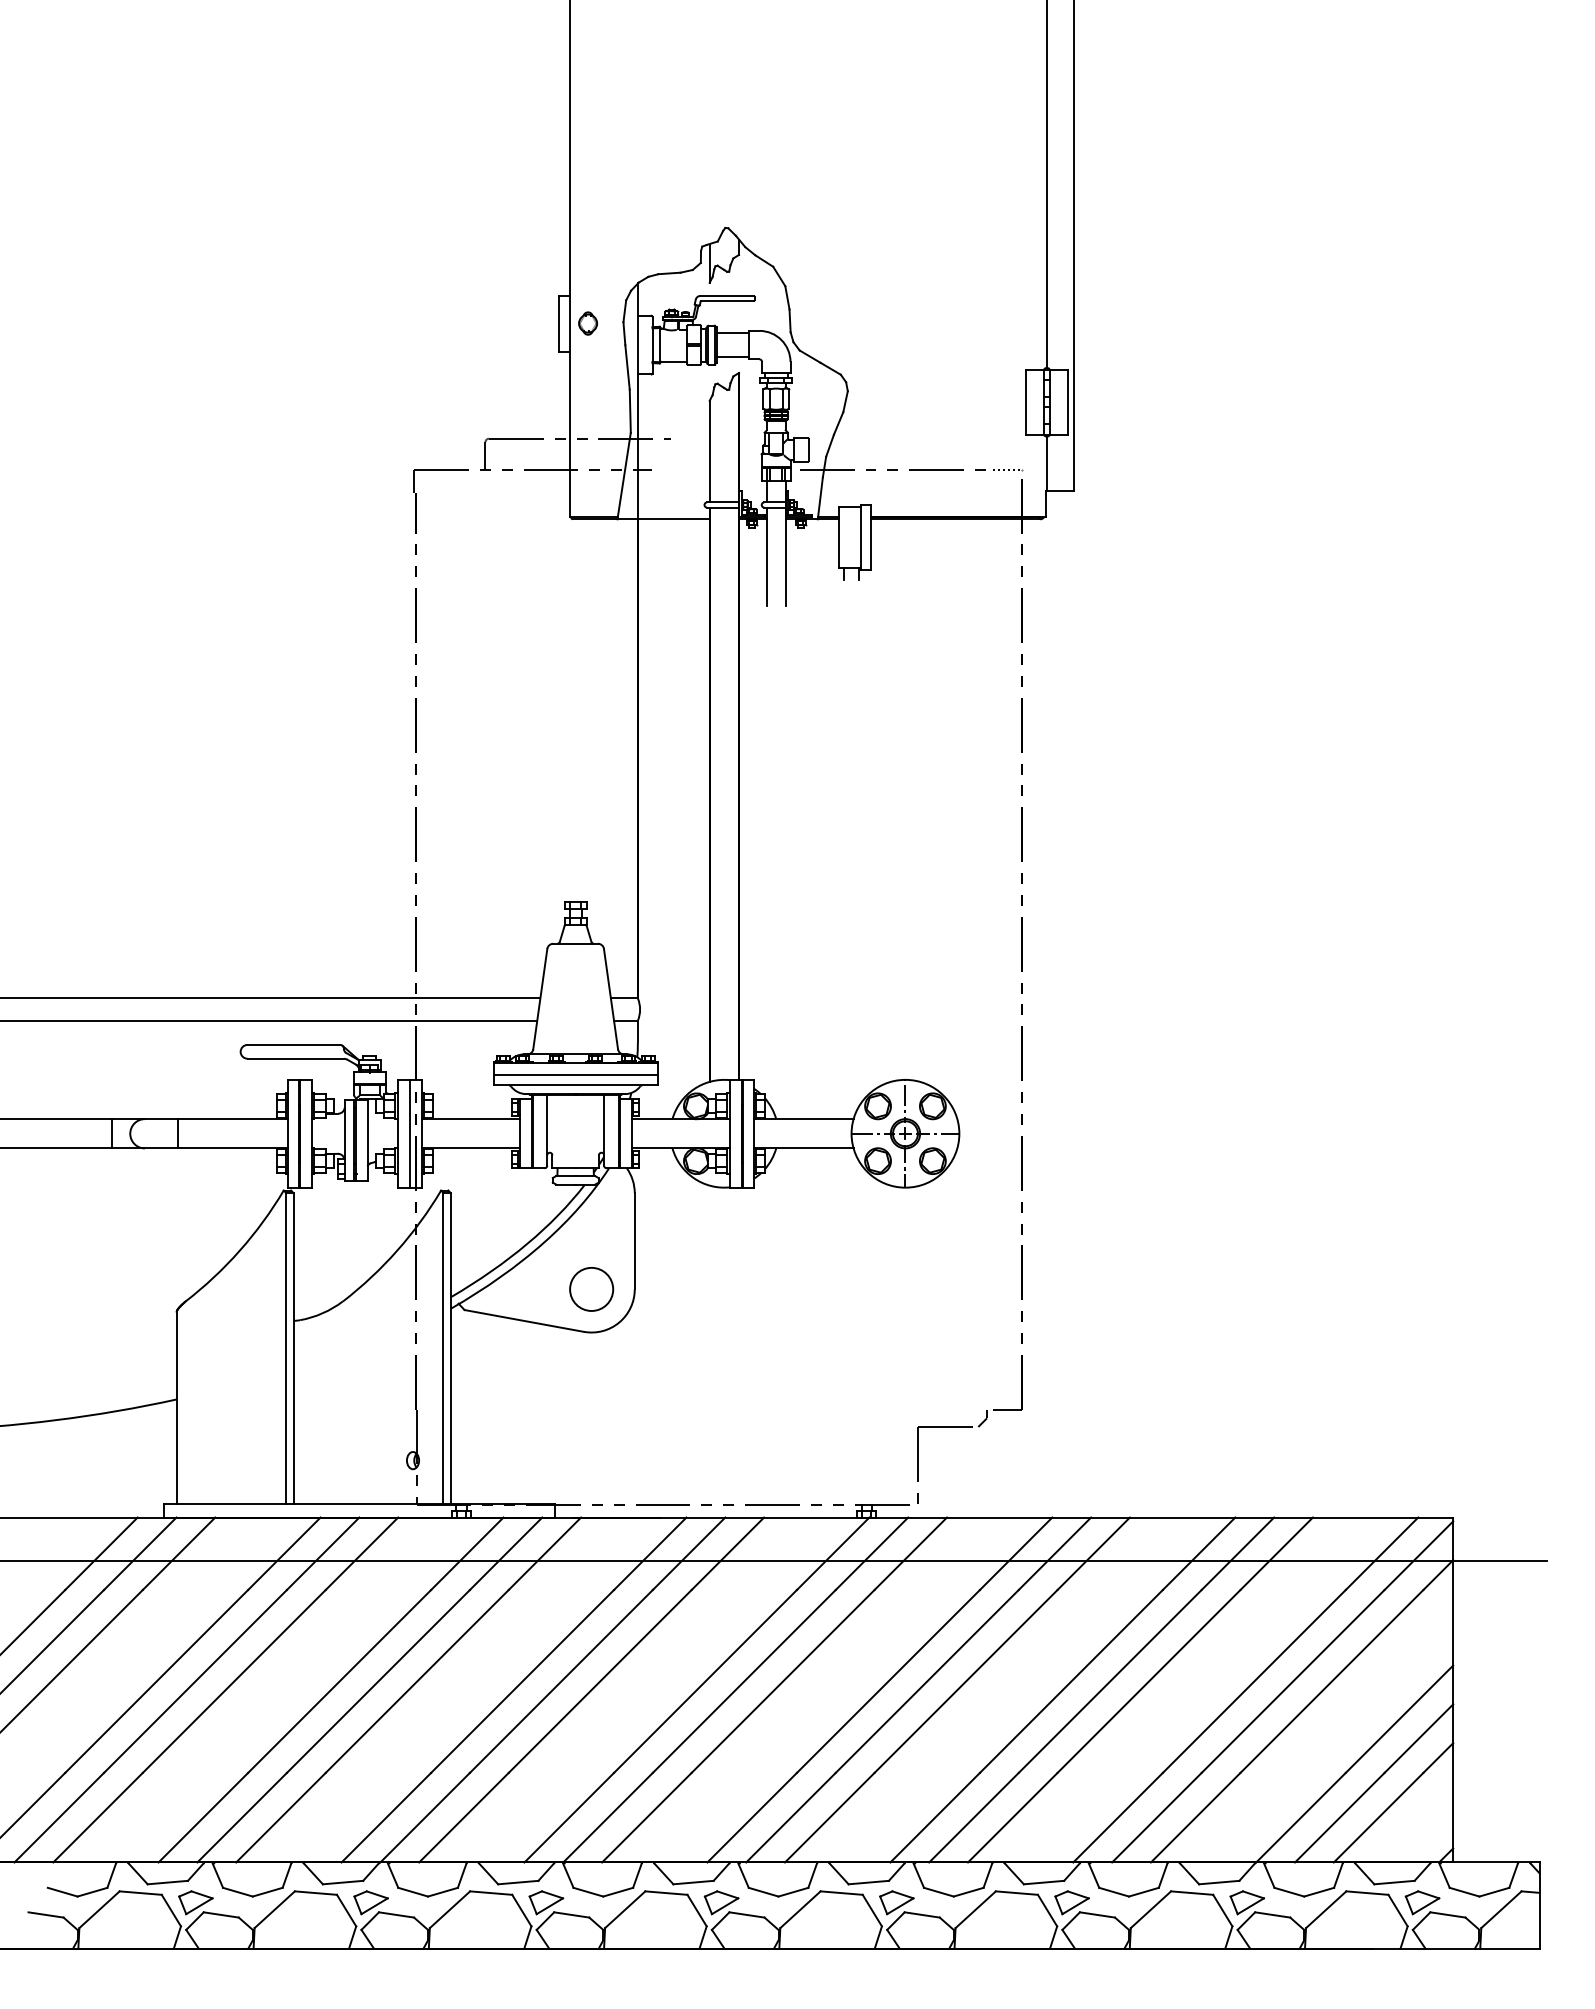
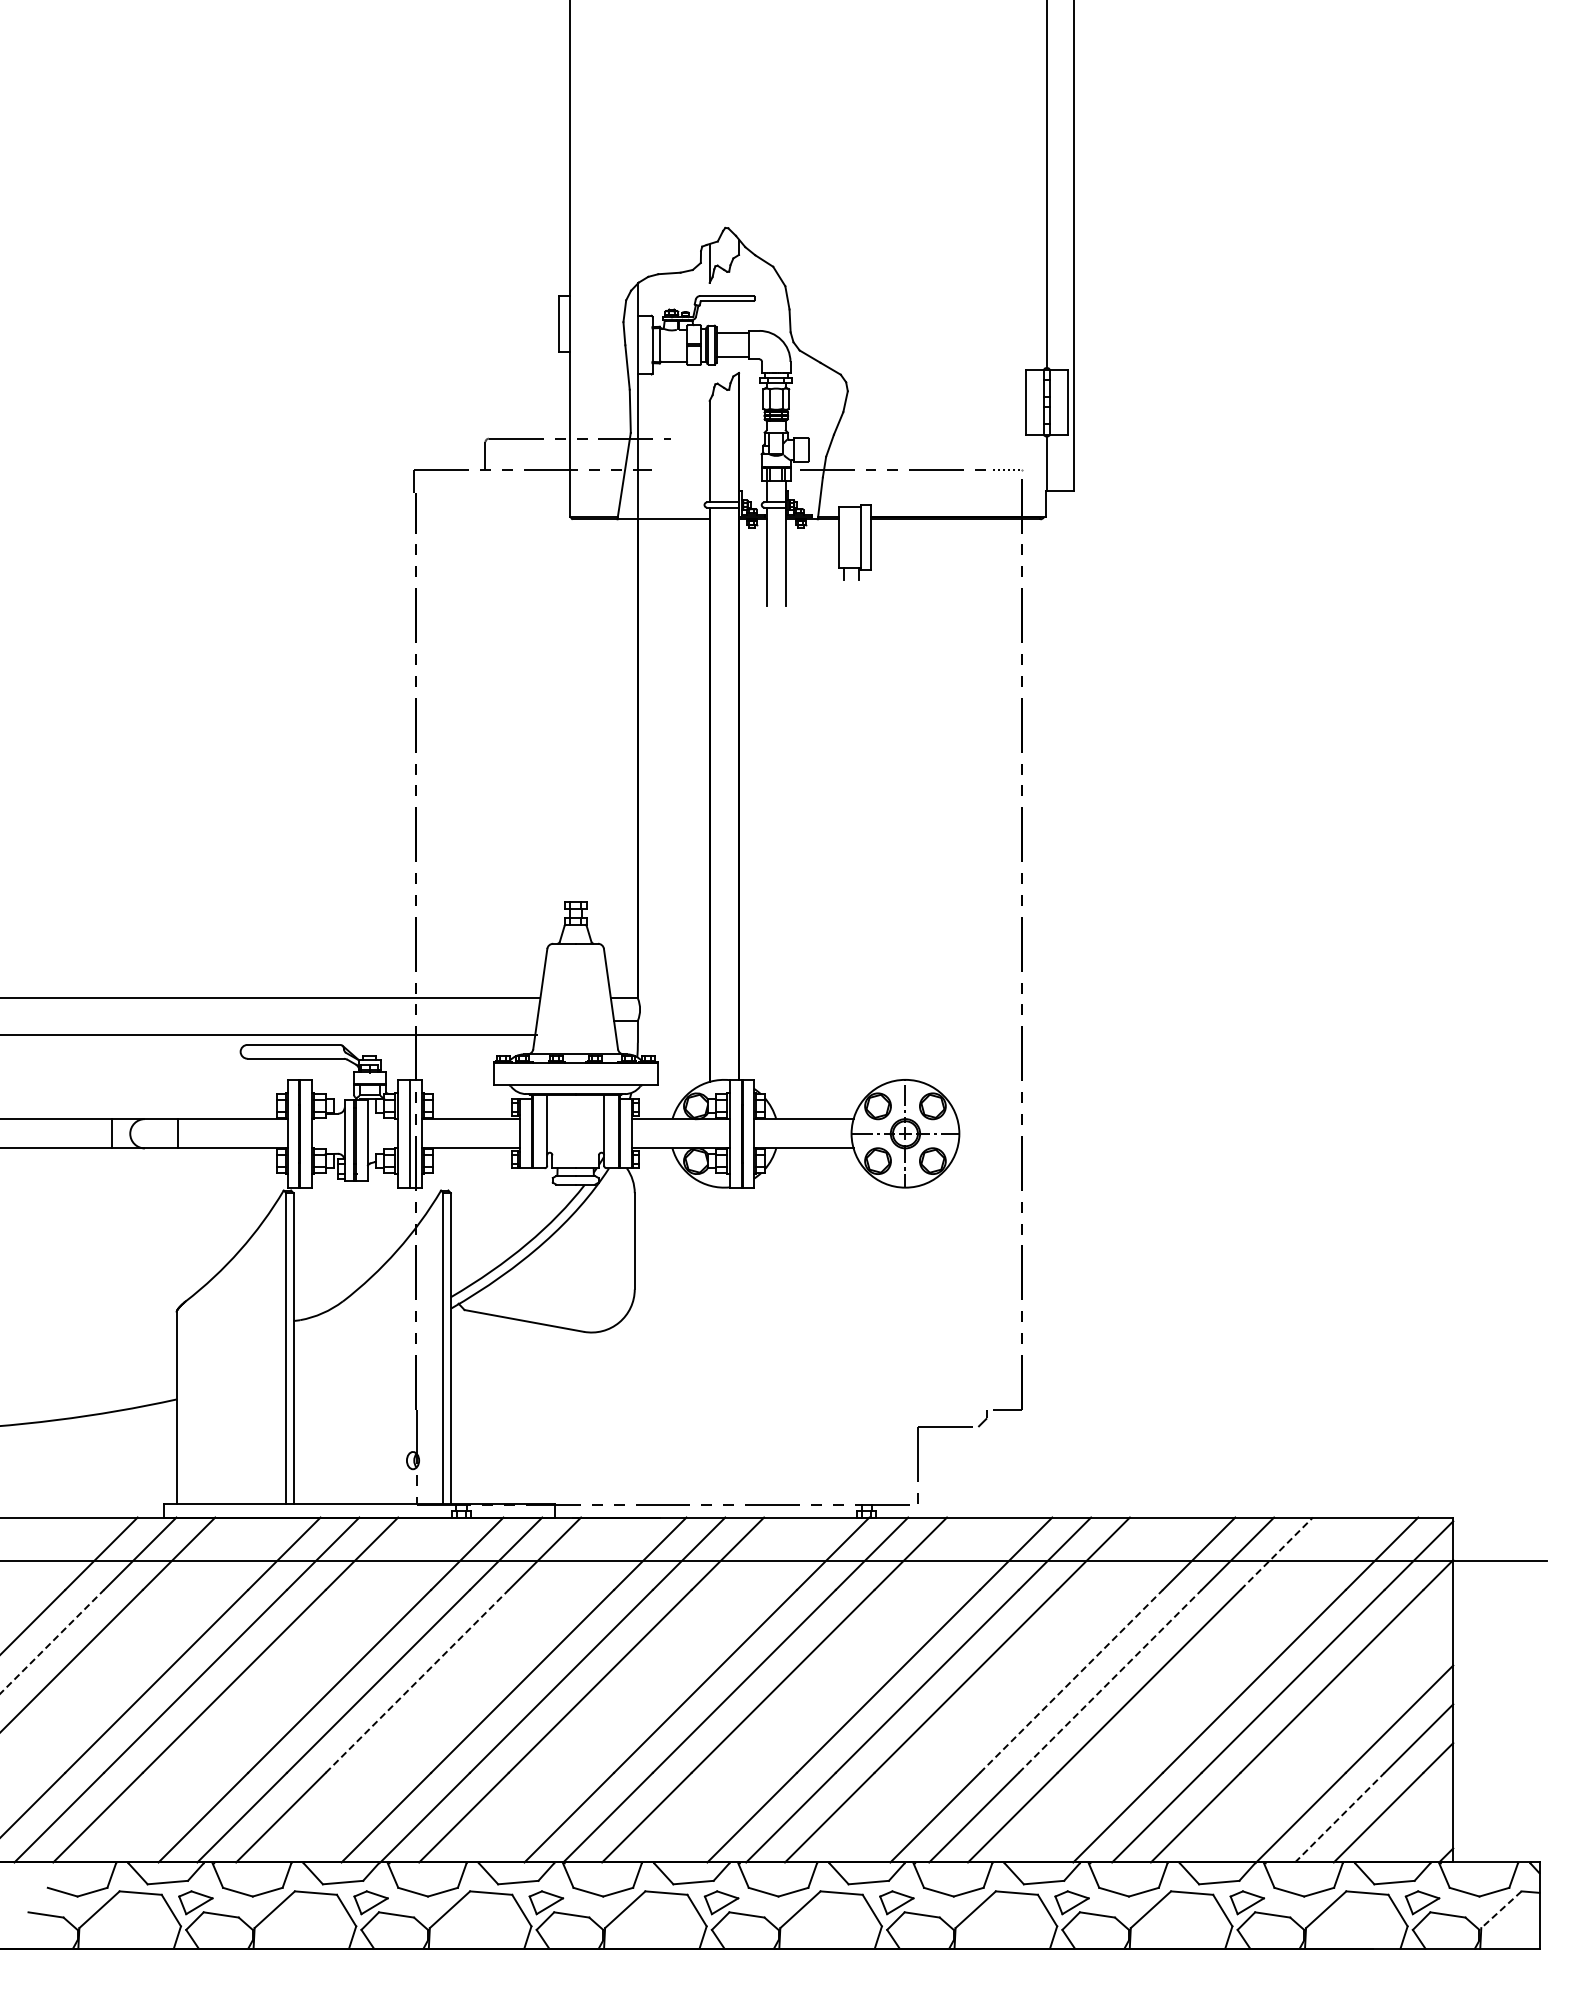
part at (587, 323): present -> none
line at (269, 1020) position: (269, 1020) -> (269, 1034)
line at (575, 1075): present -> none
circle at (591, 1289): present -> none
line at (1277, 1553): solid -> dashed
line at (52, 1641): solid -> dashed
line at (417, 1681): solid -> dashed
line at (1071, 1681): solid -> dashed
line at (1110, 1681): solid -> dashed
line at (1340, 1817): solid -> dashed
line at (1501, 1910): solid -> dashed
